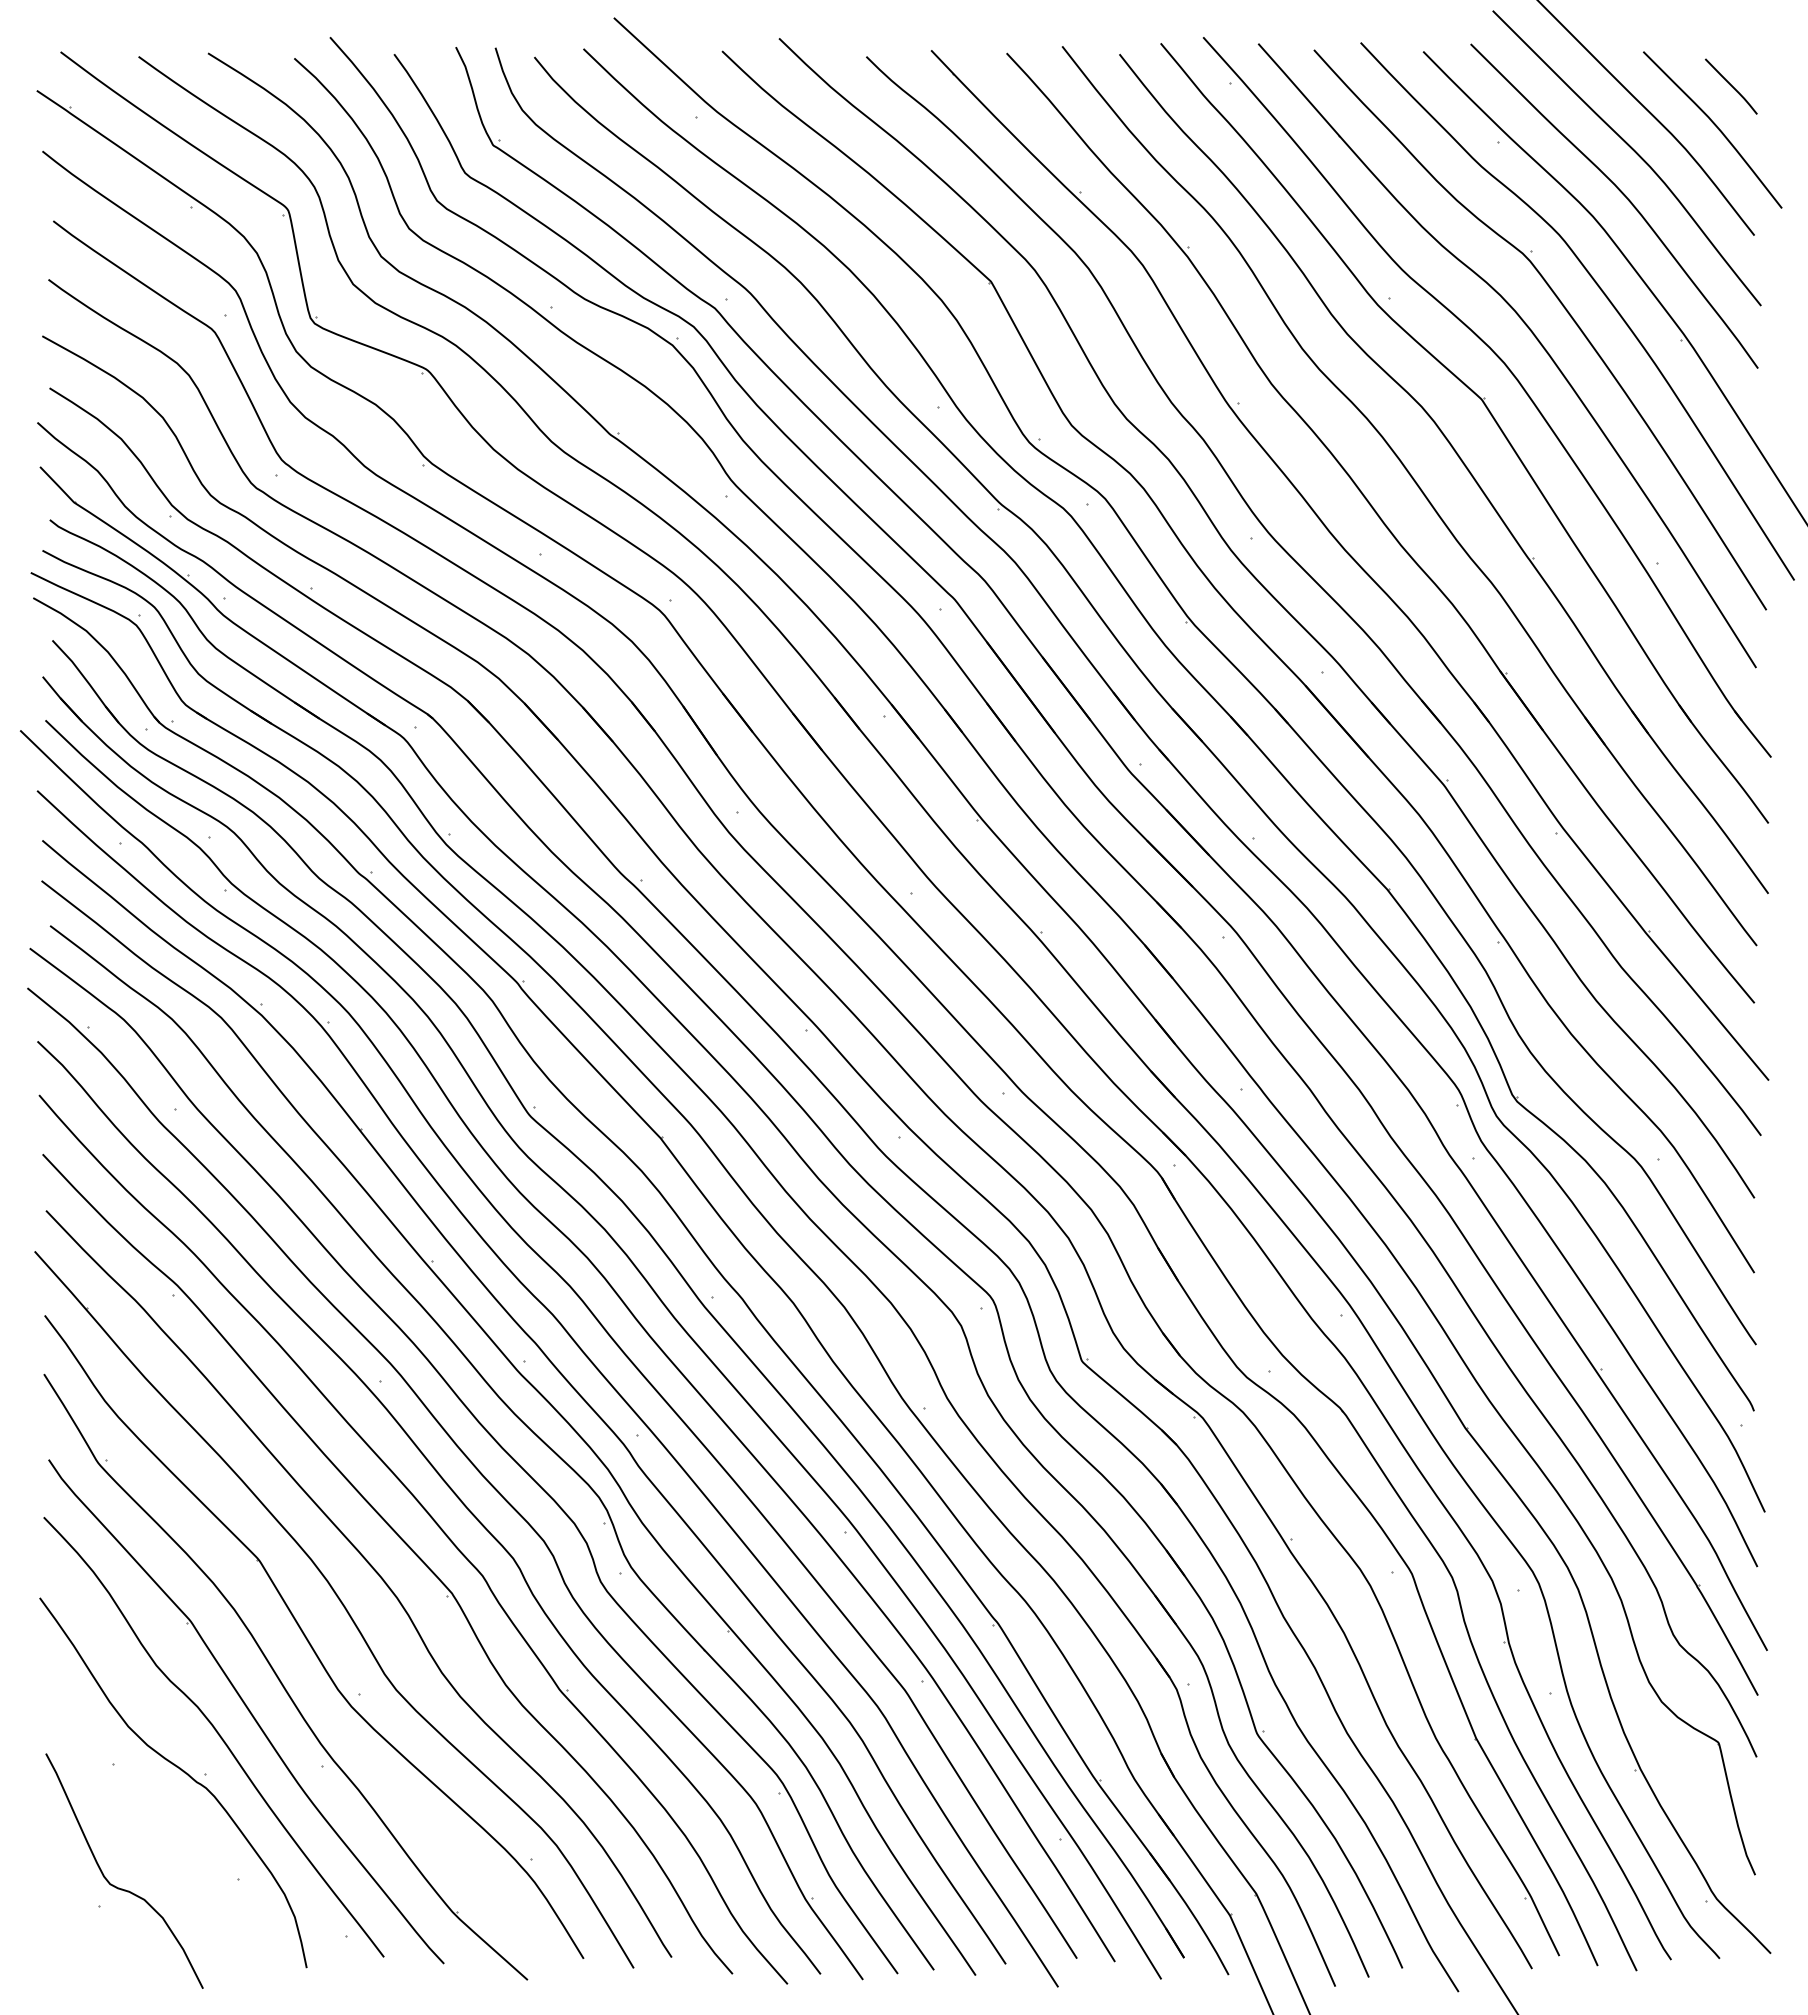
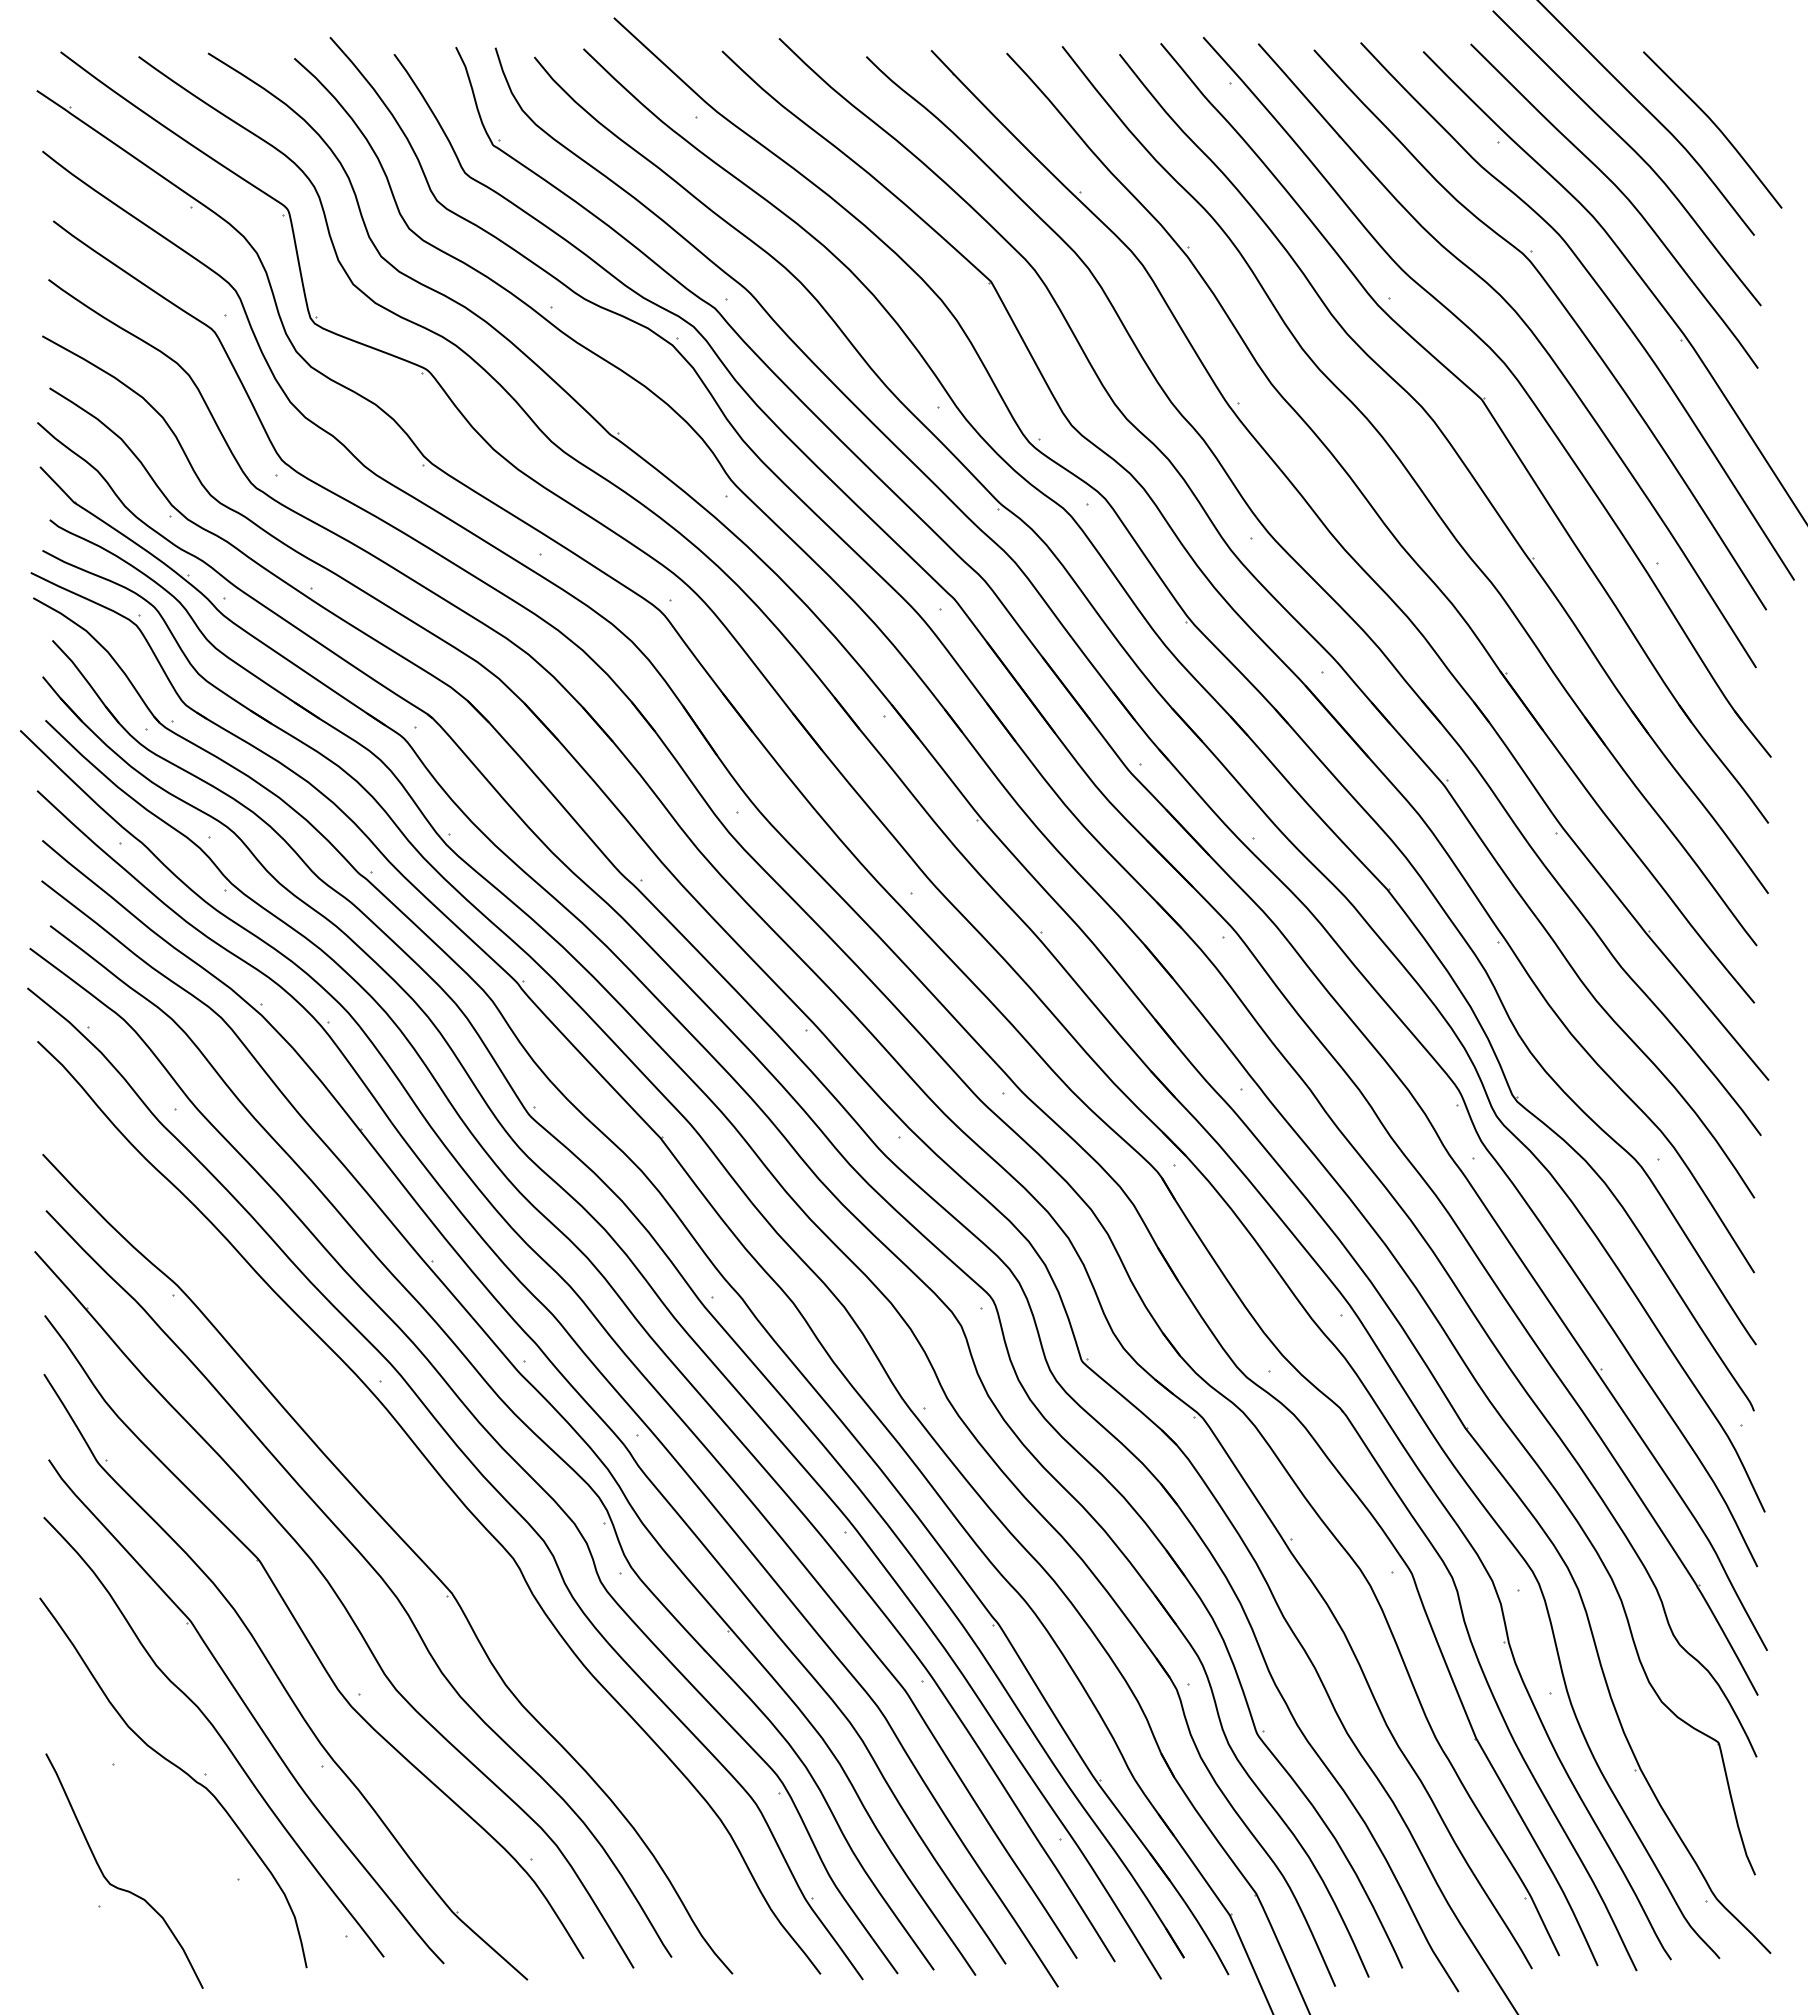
curve at (1730, 85): present -> none
part at (433, 1521): present -> none
